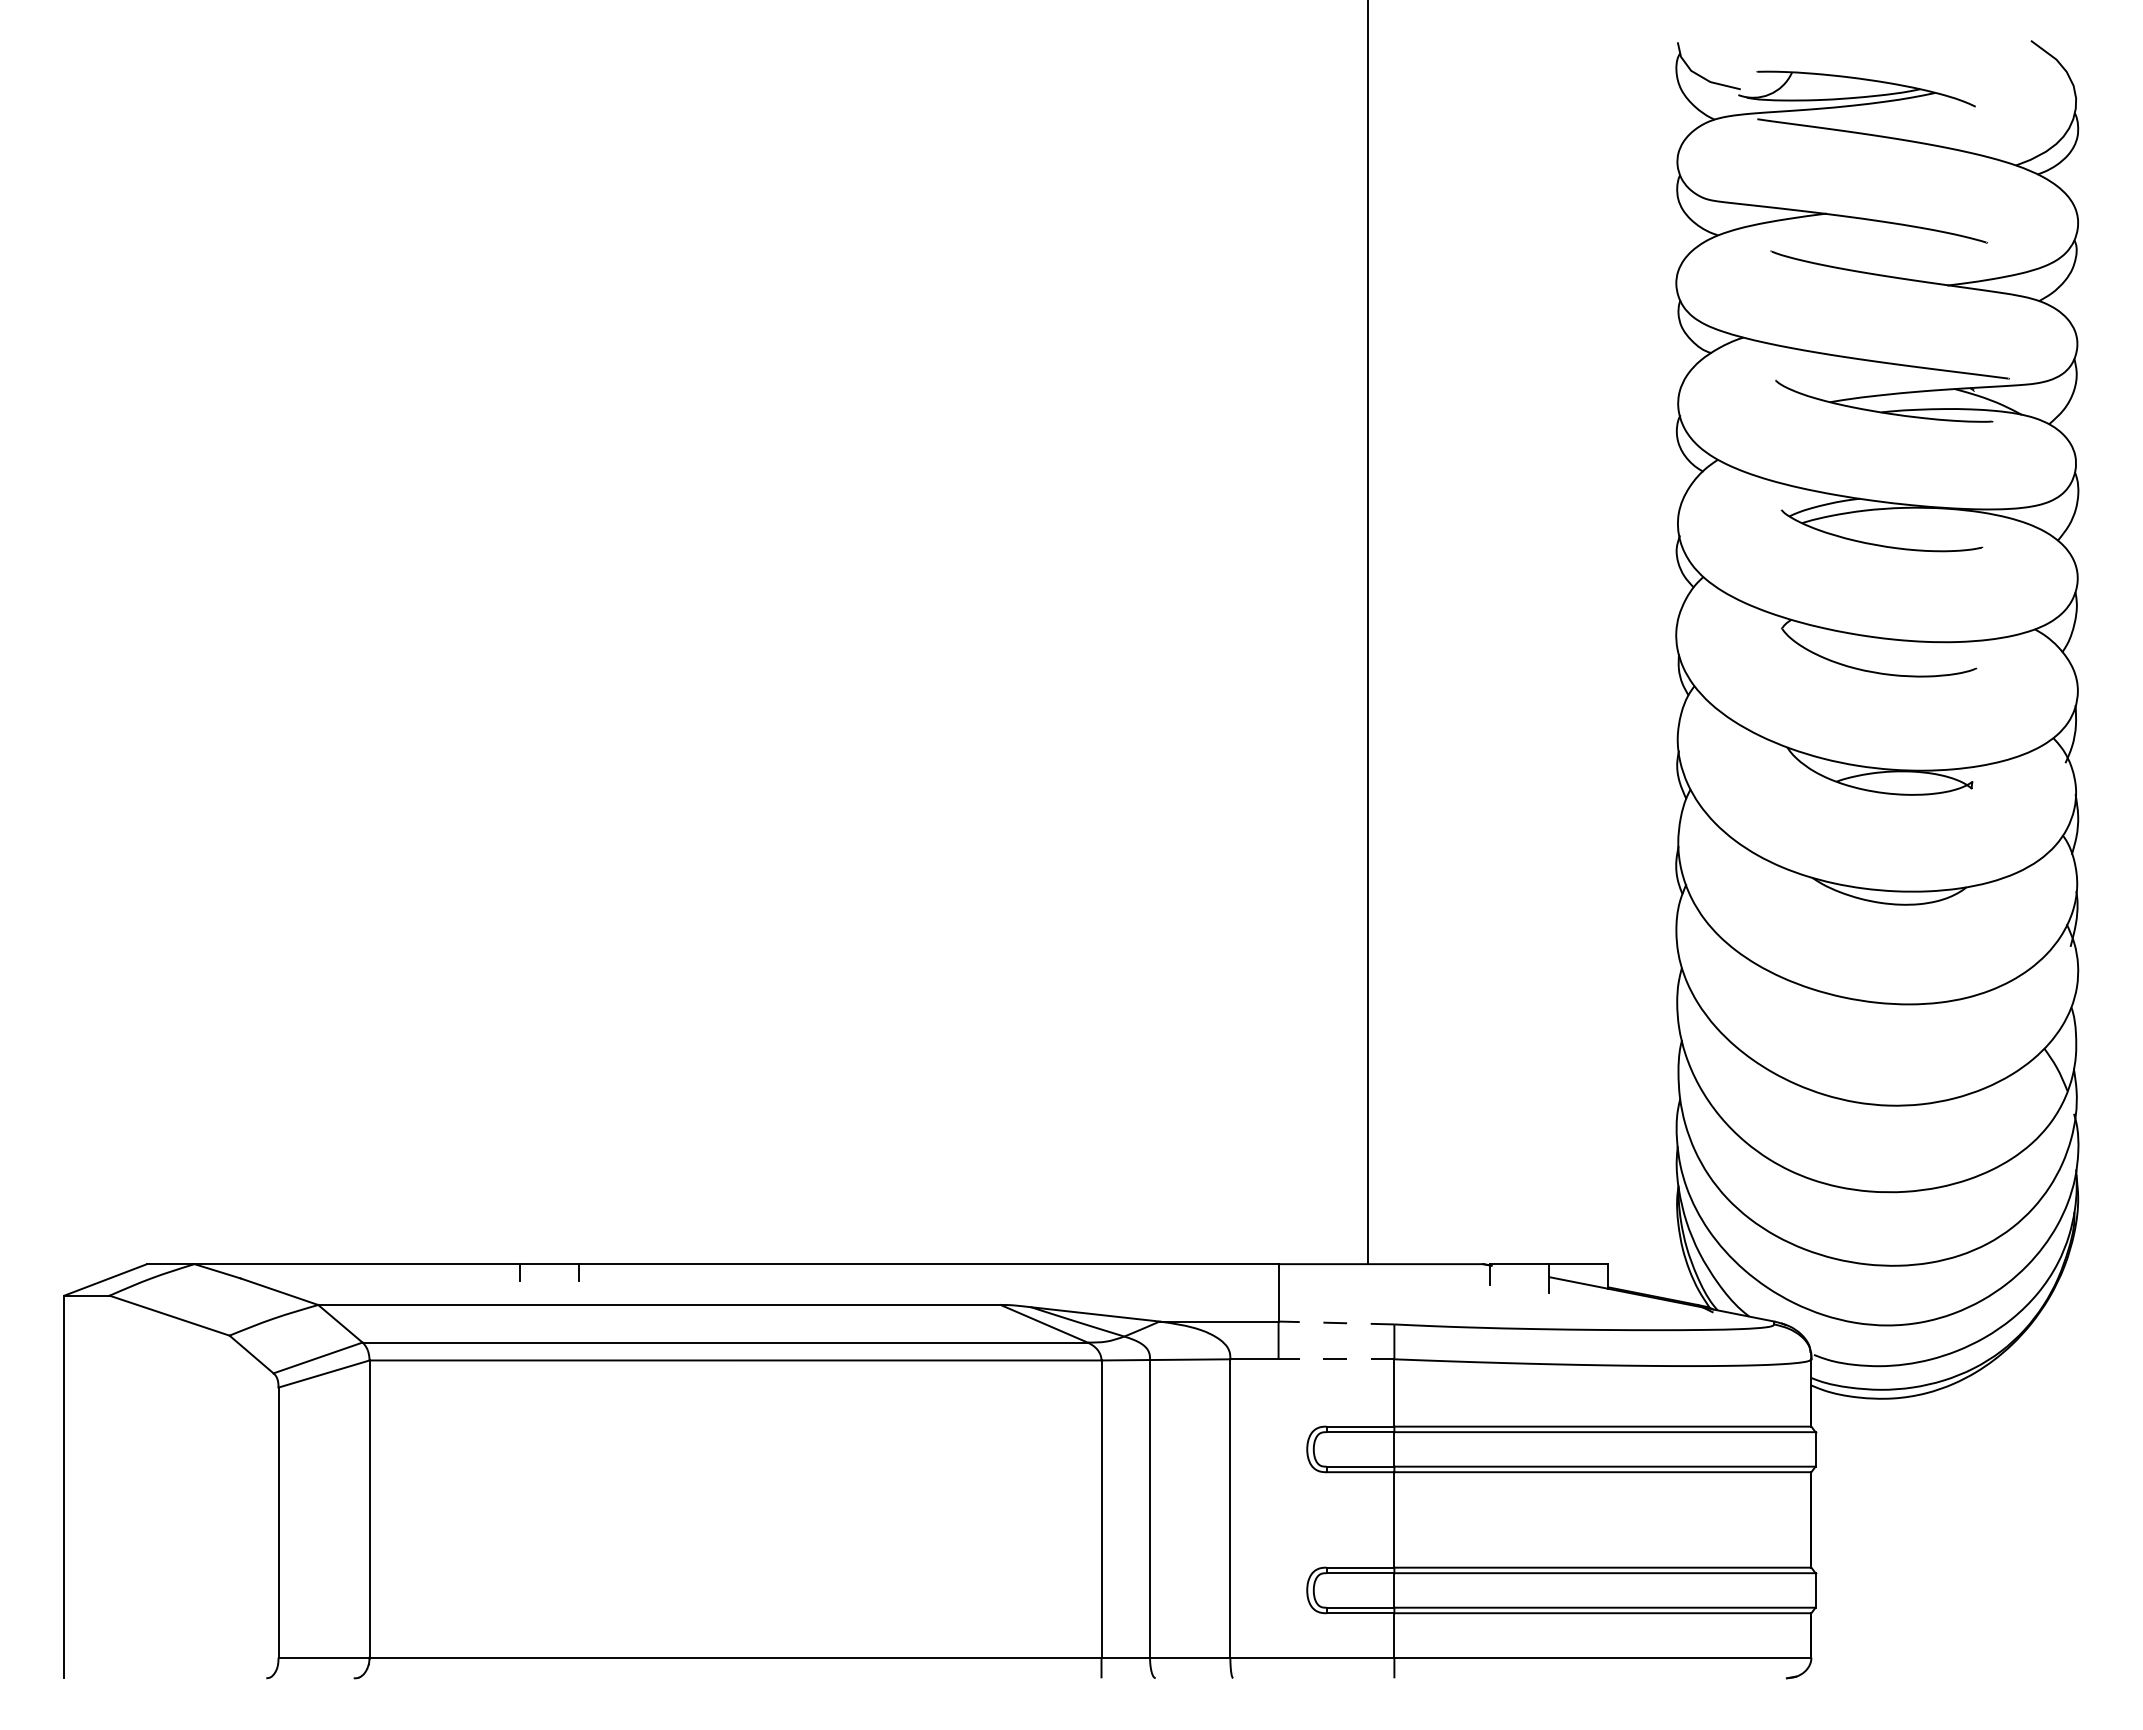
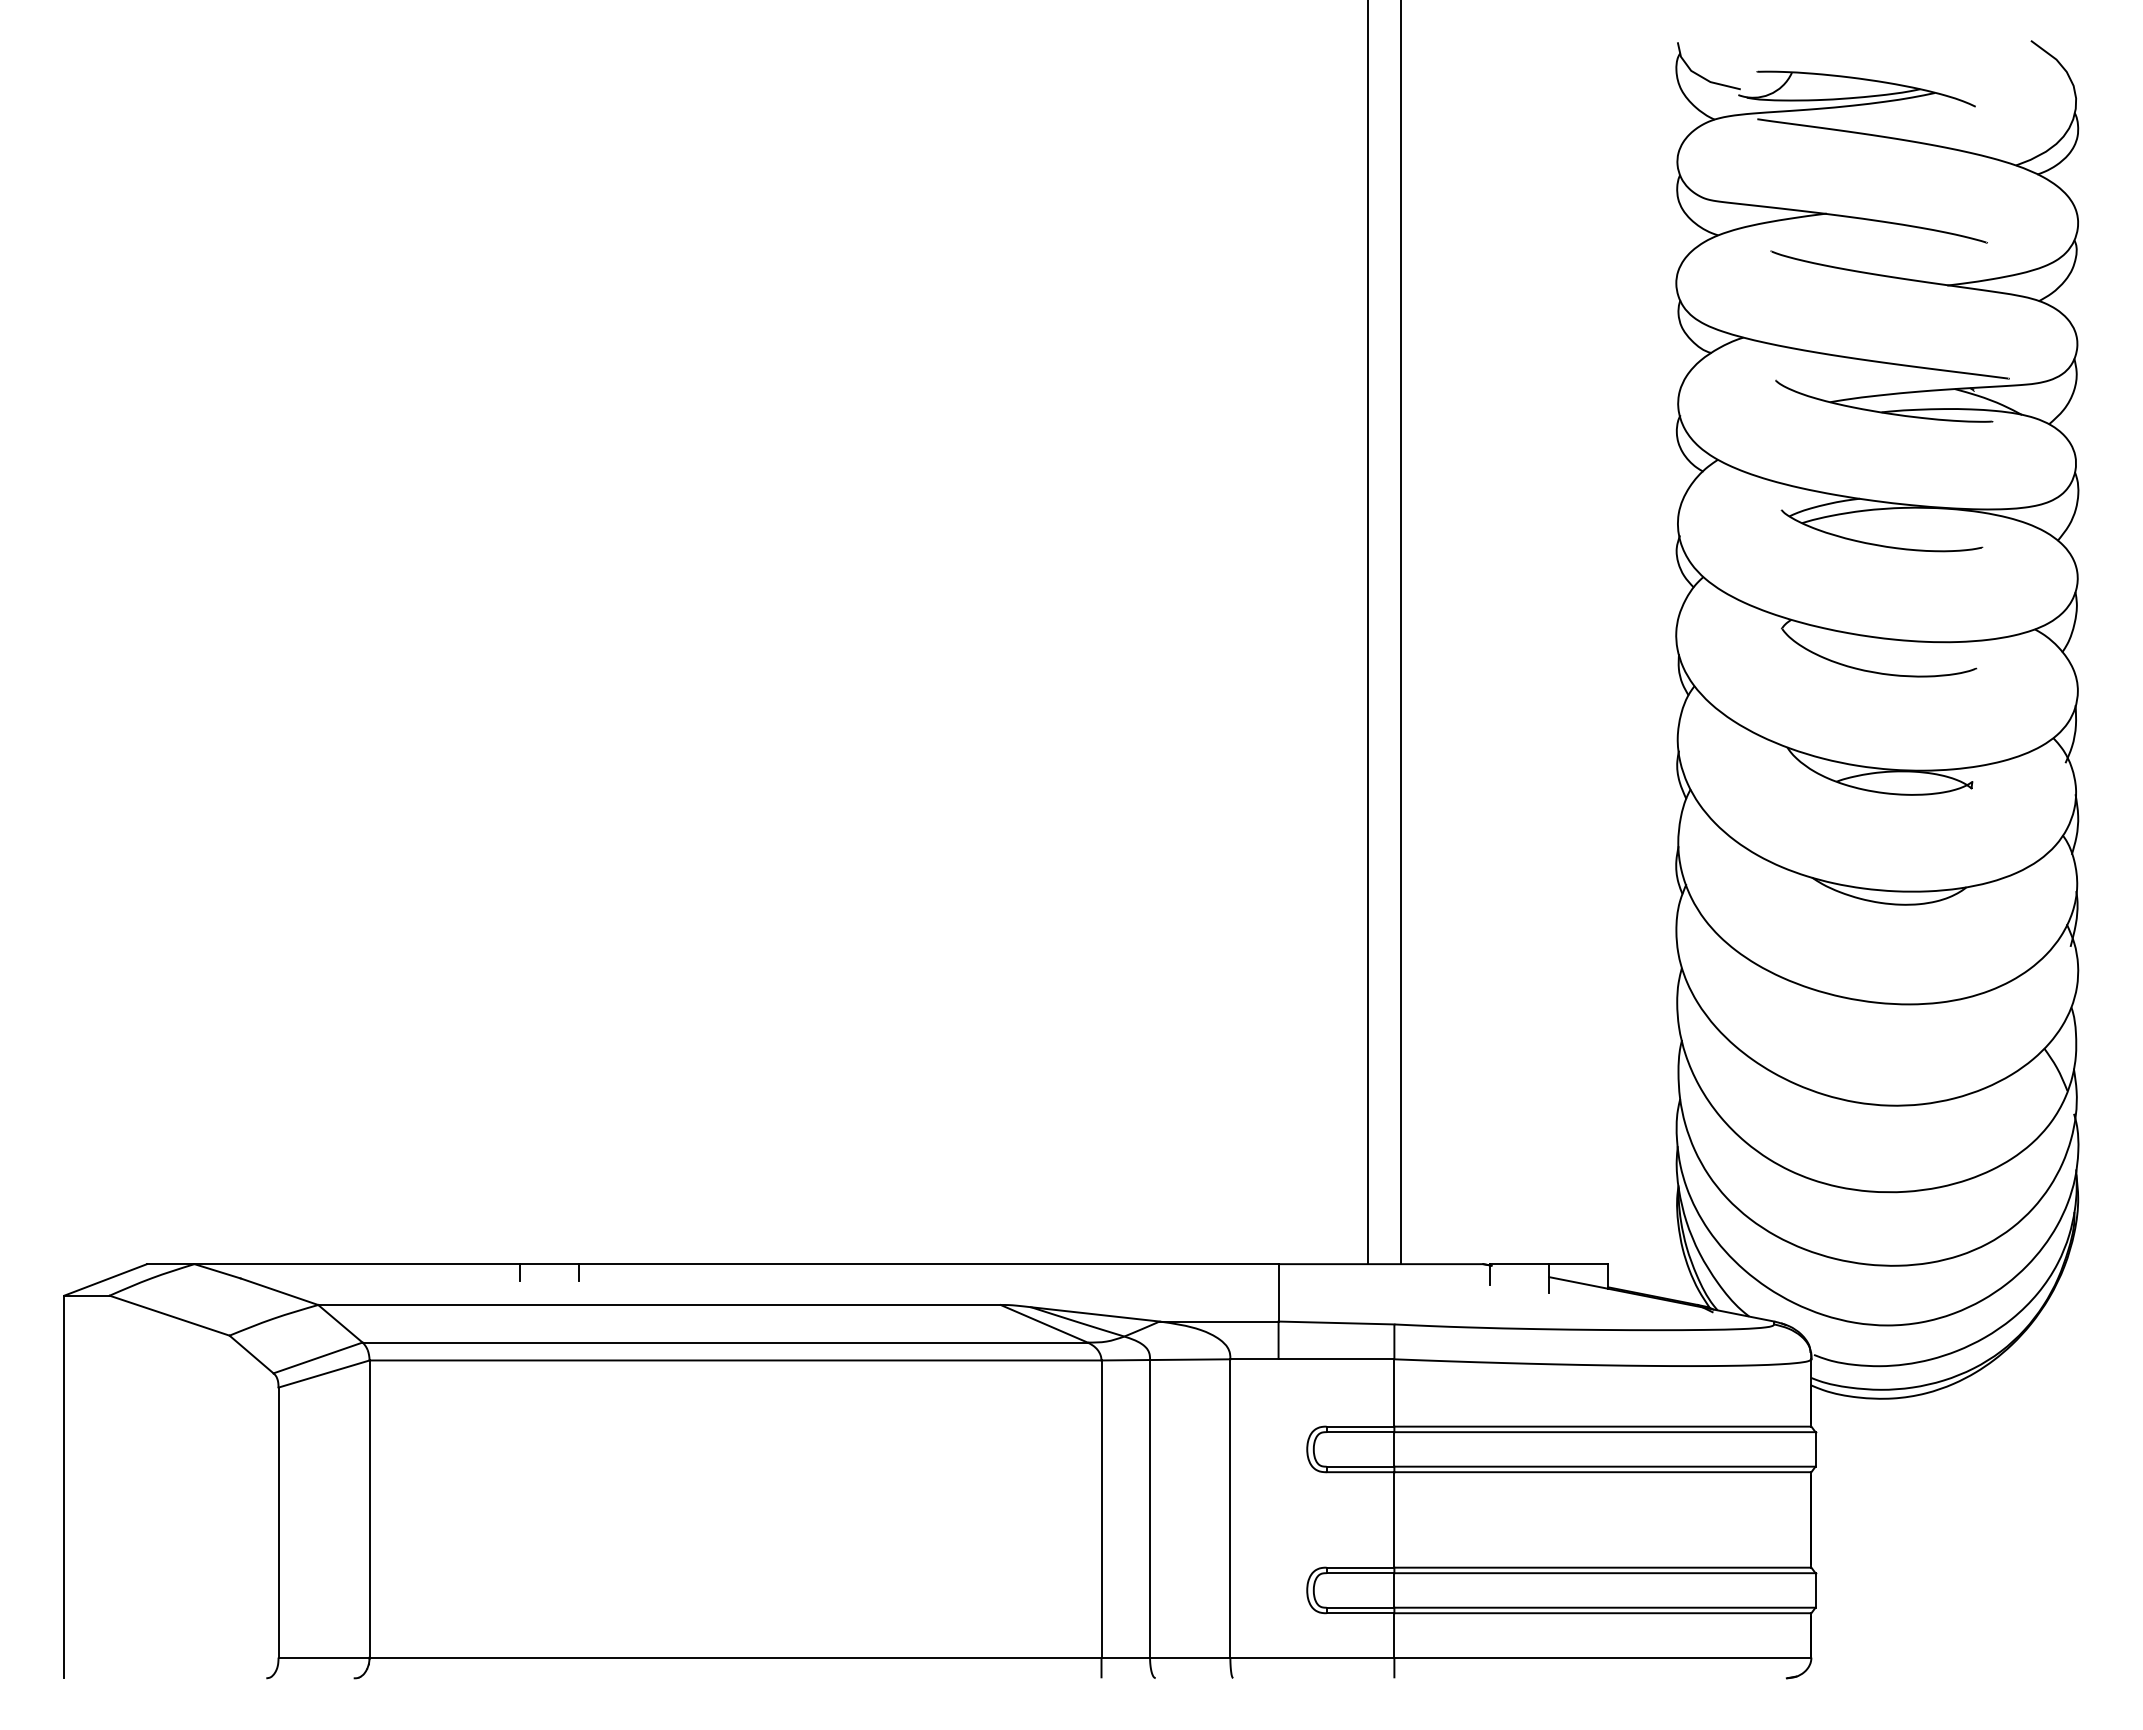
line at (1401, 633): none -> present
line at (1336, 1323): dashed -> solid
line at (1336, 1359): dashed -> solid
